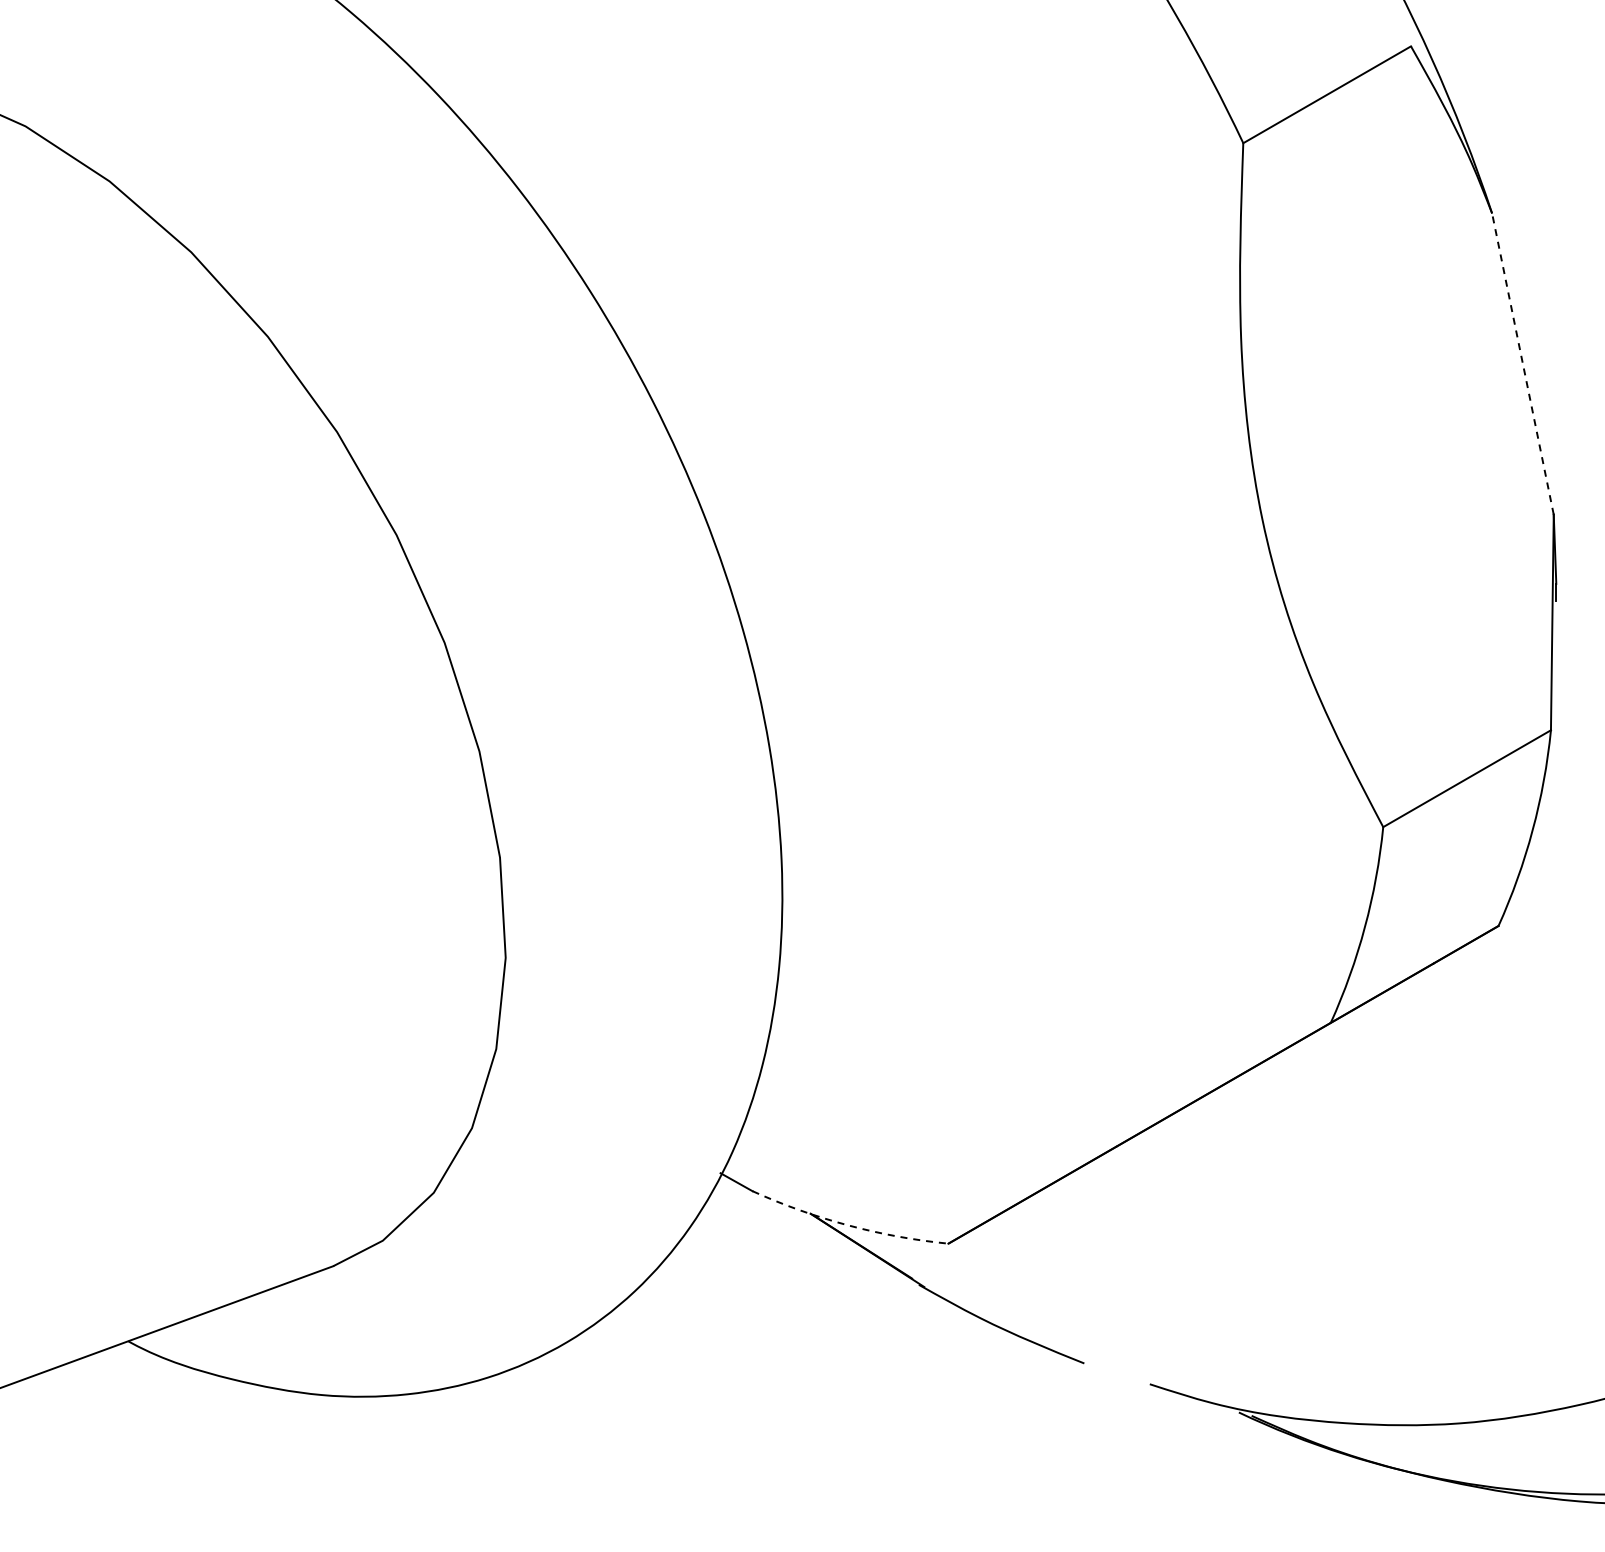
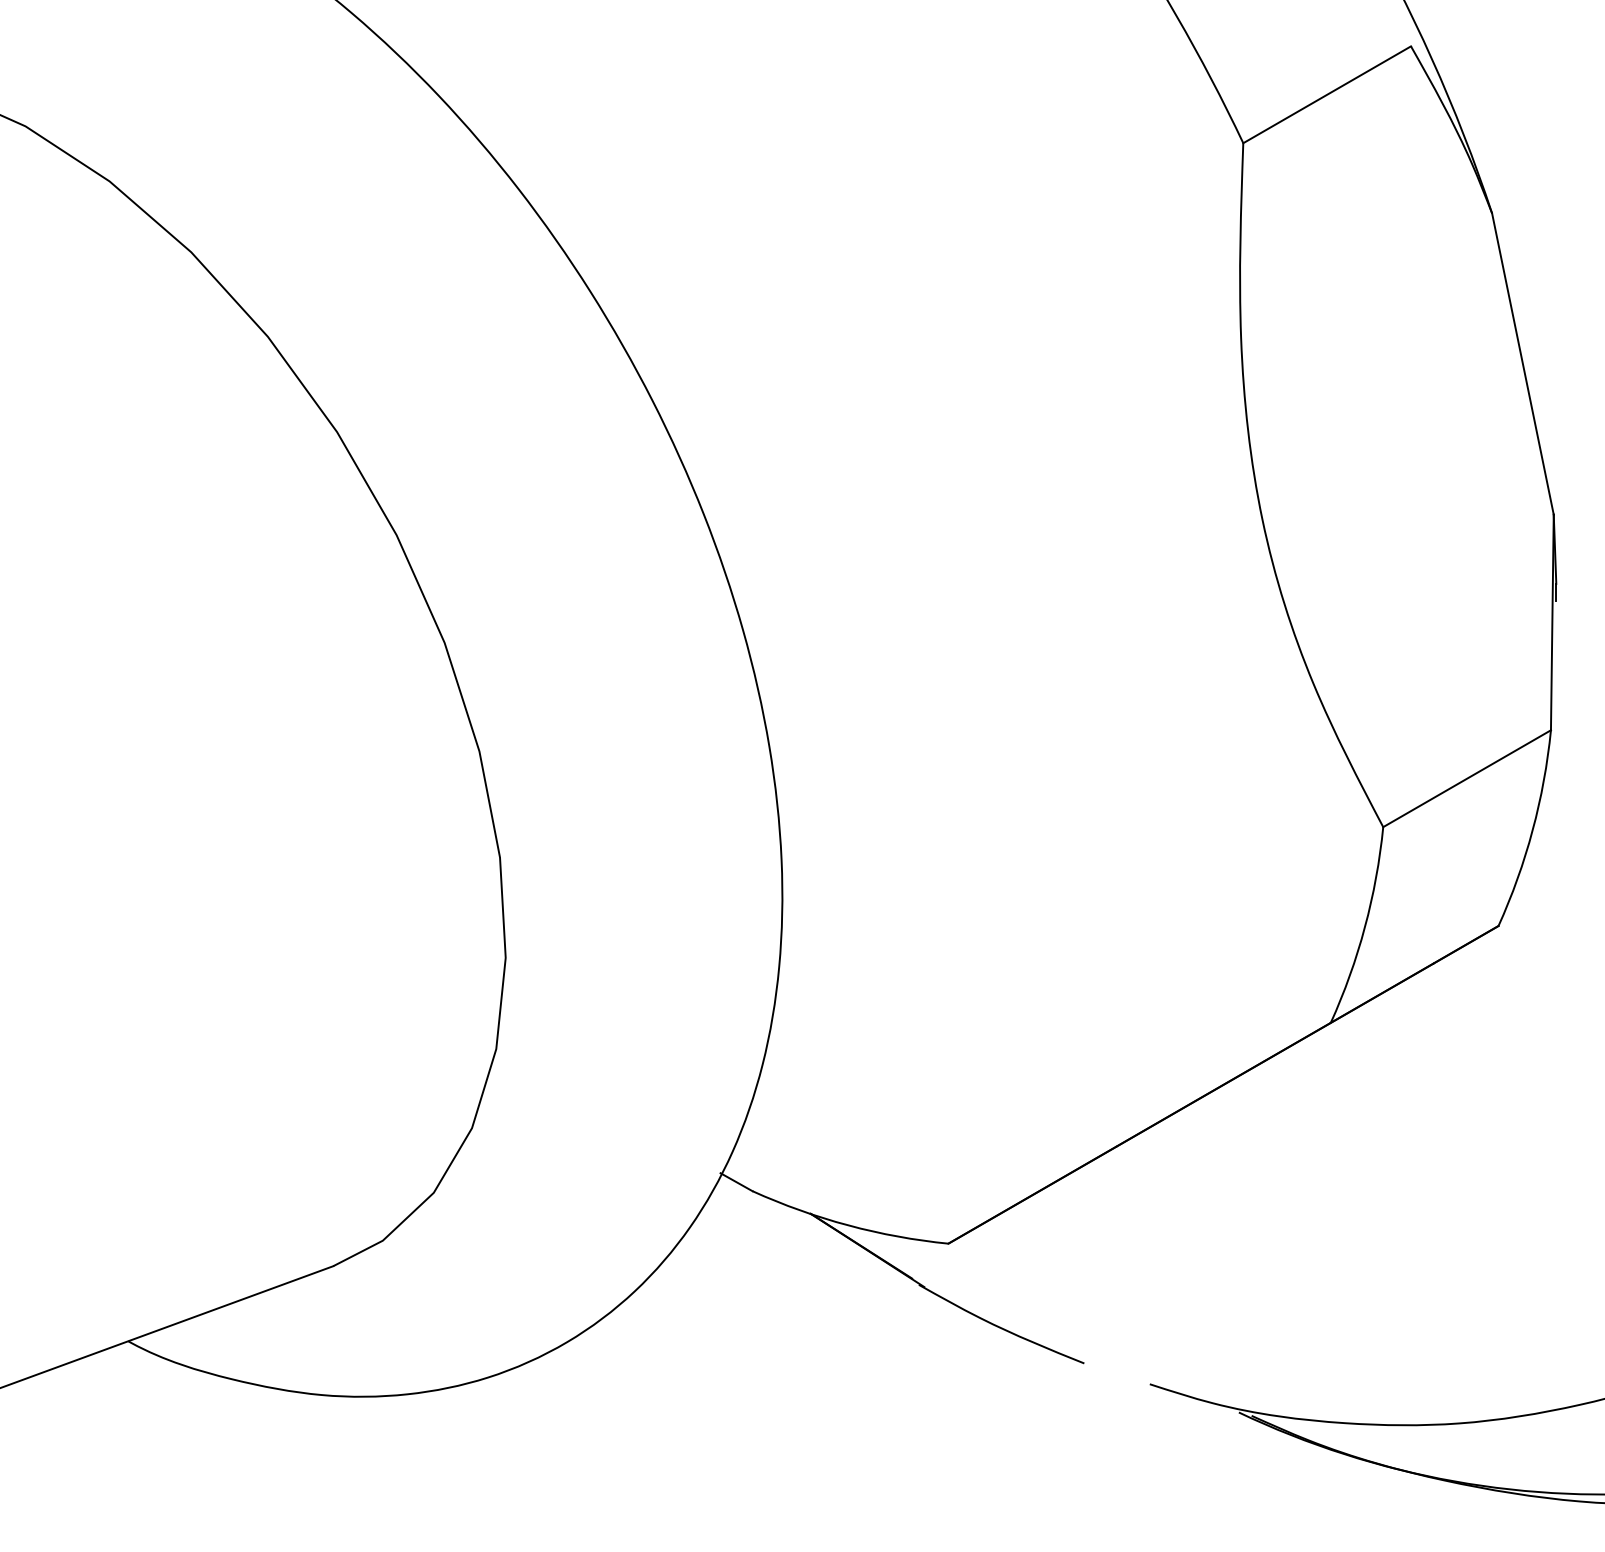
line at (1522, 364): dashed -> solid
arc at (848, 1225): dashed -> solid
